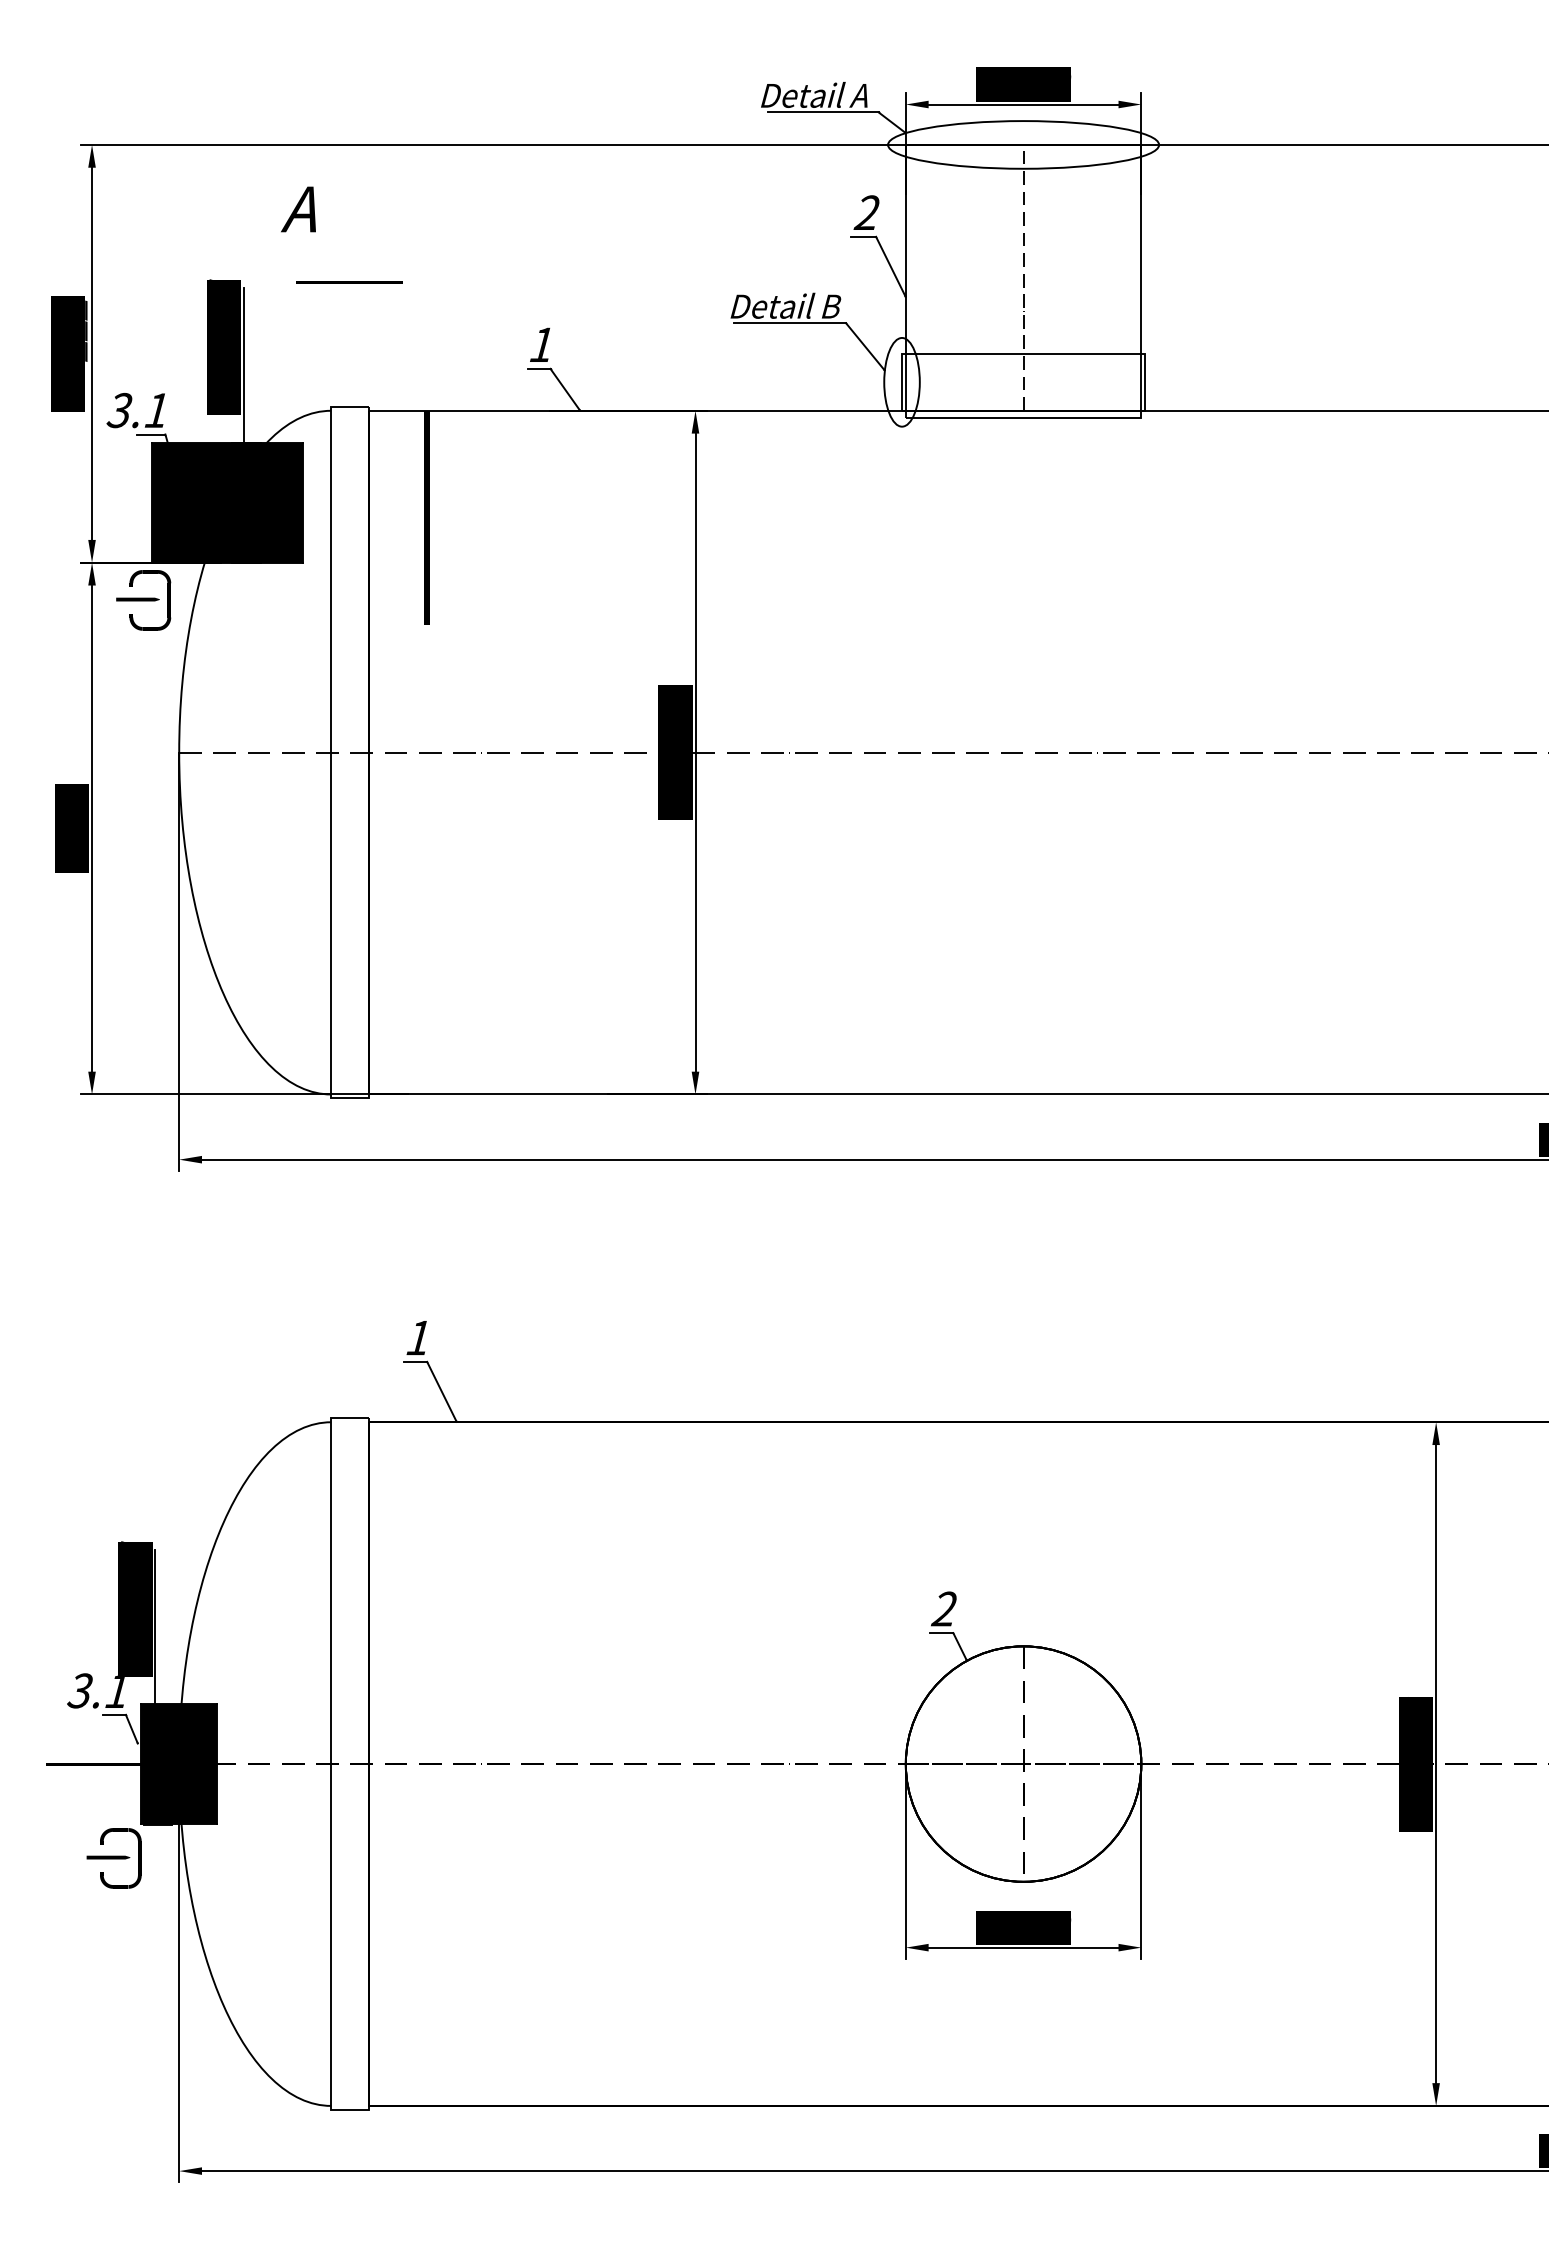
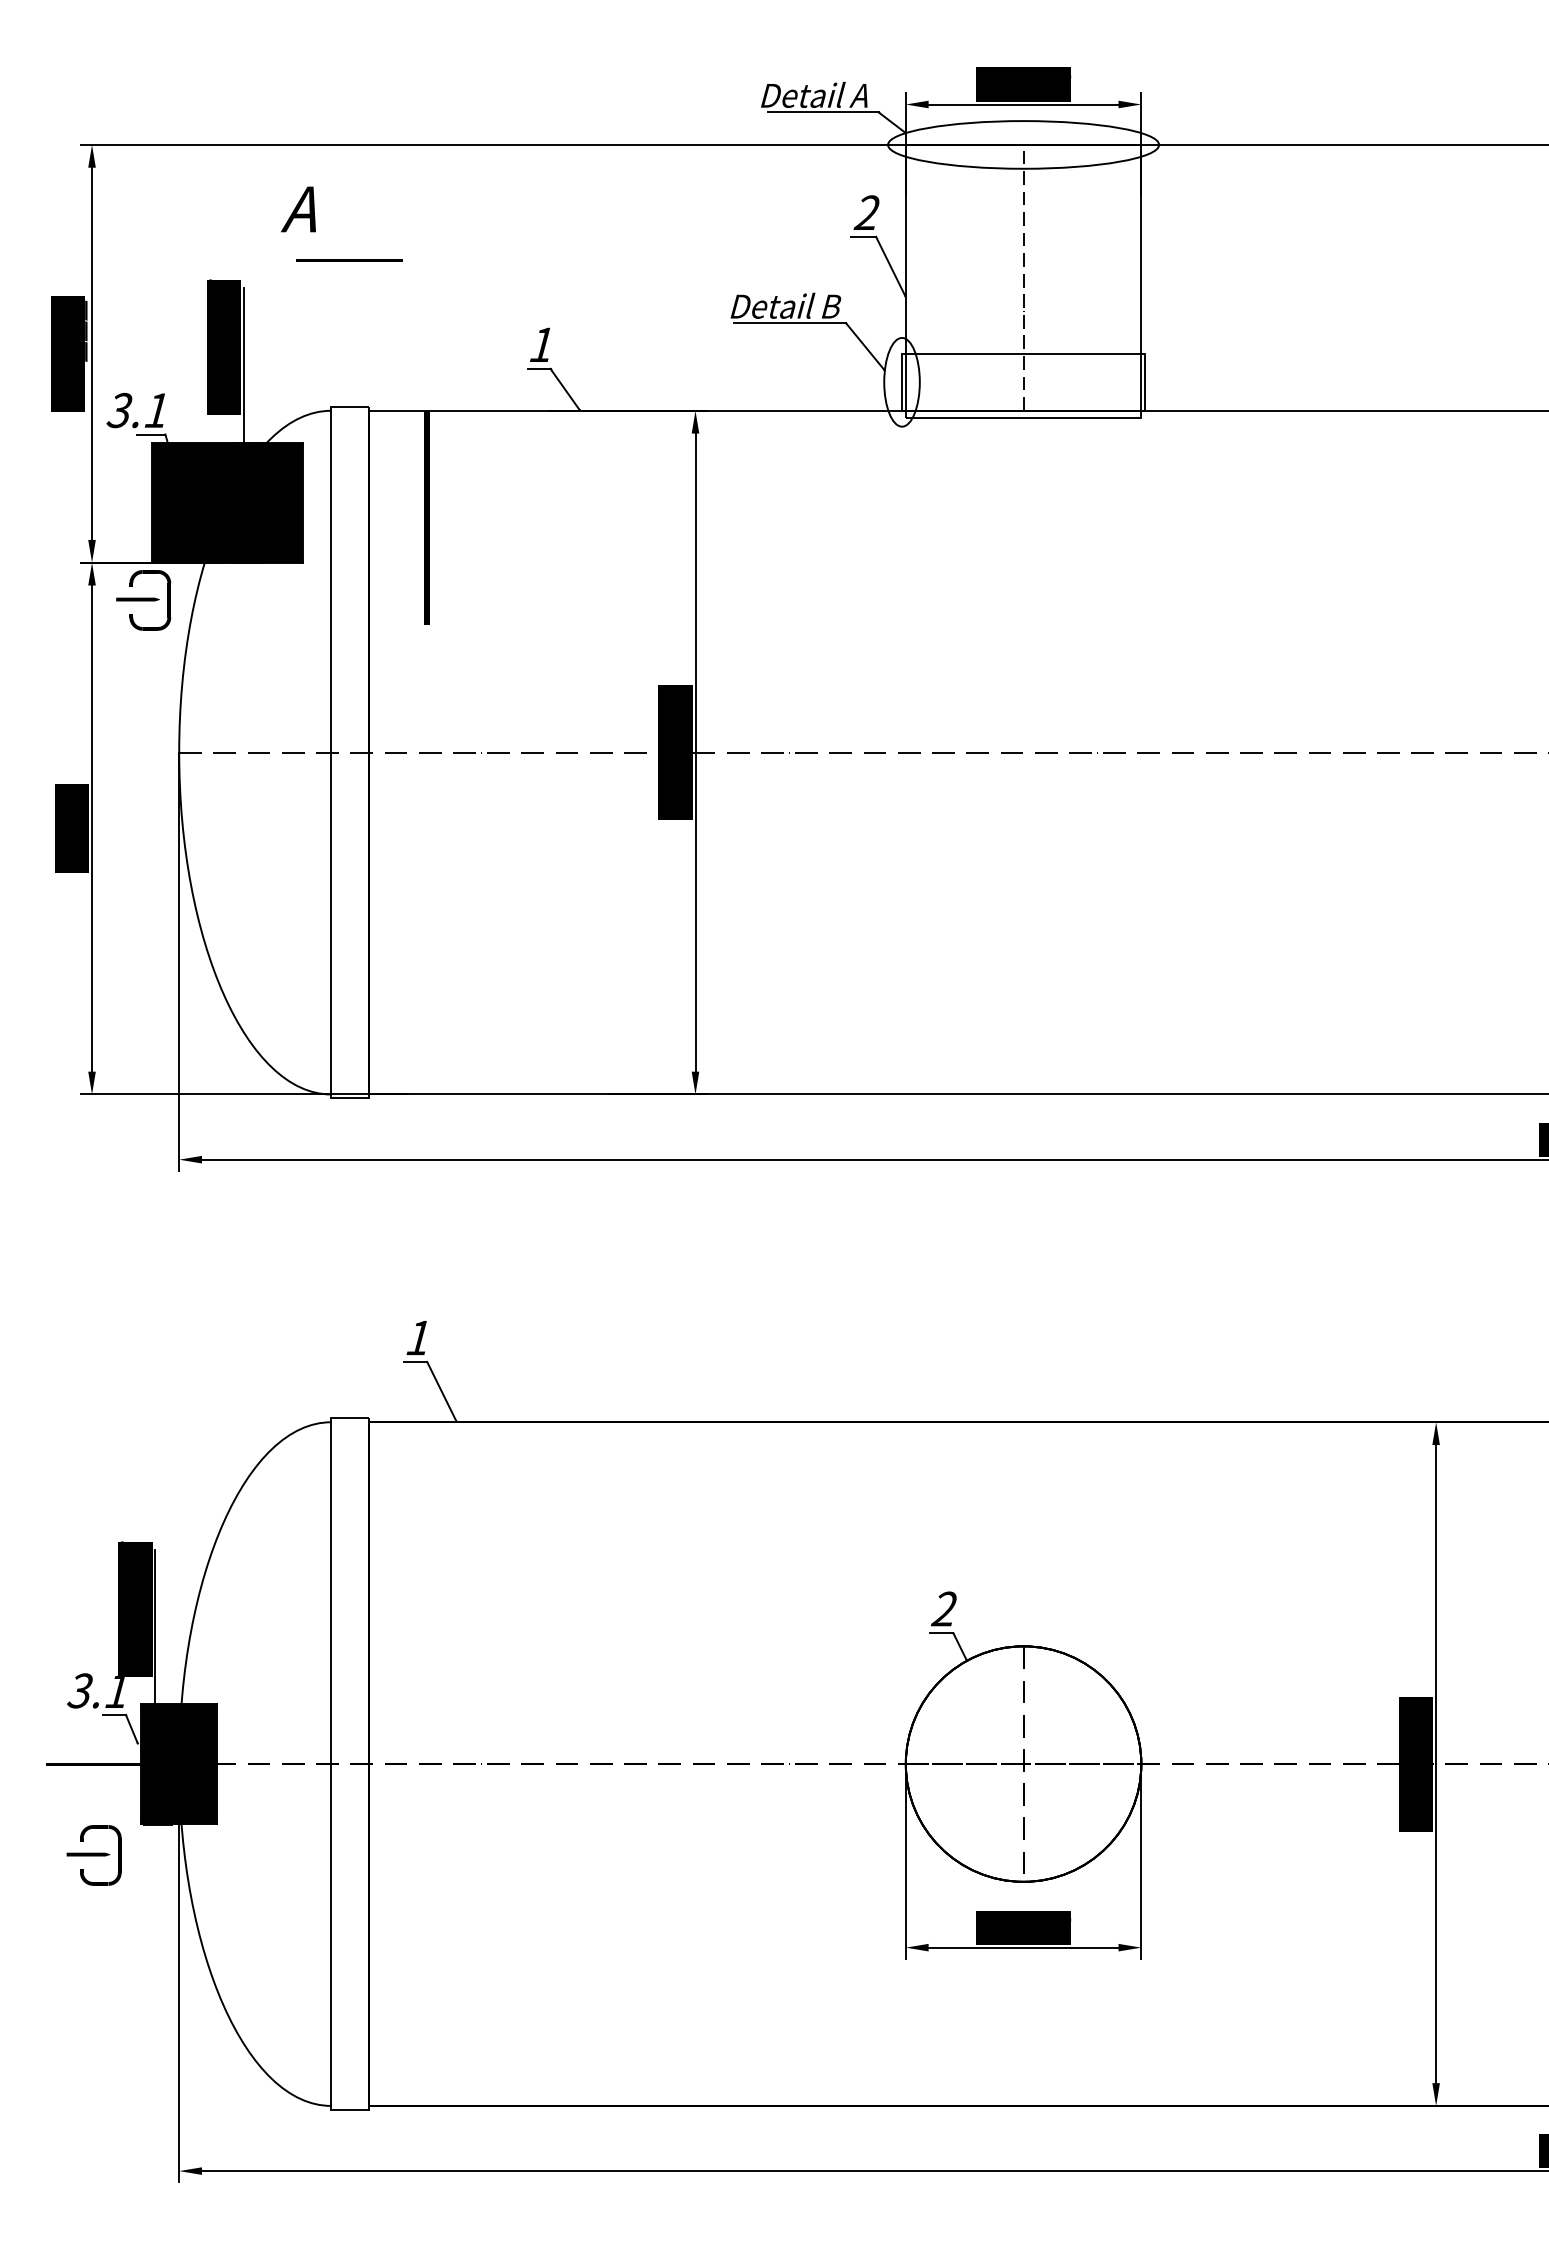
line at (349, 282) position: (349, 282) -> (349, 260)
part at (113, 1858) position: (113, 1858) -> (93, 1855)
